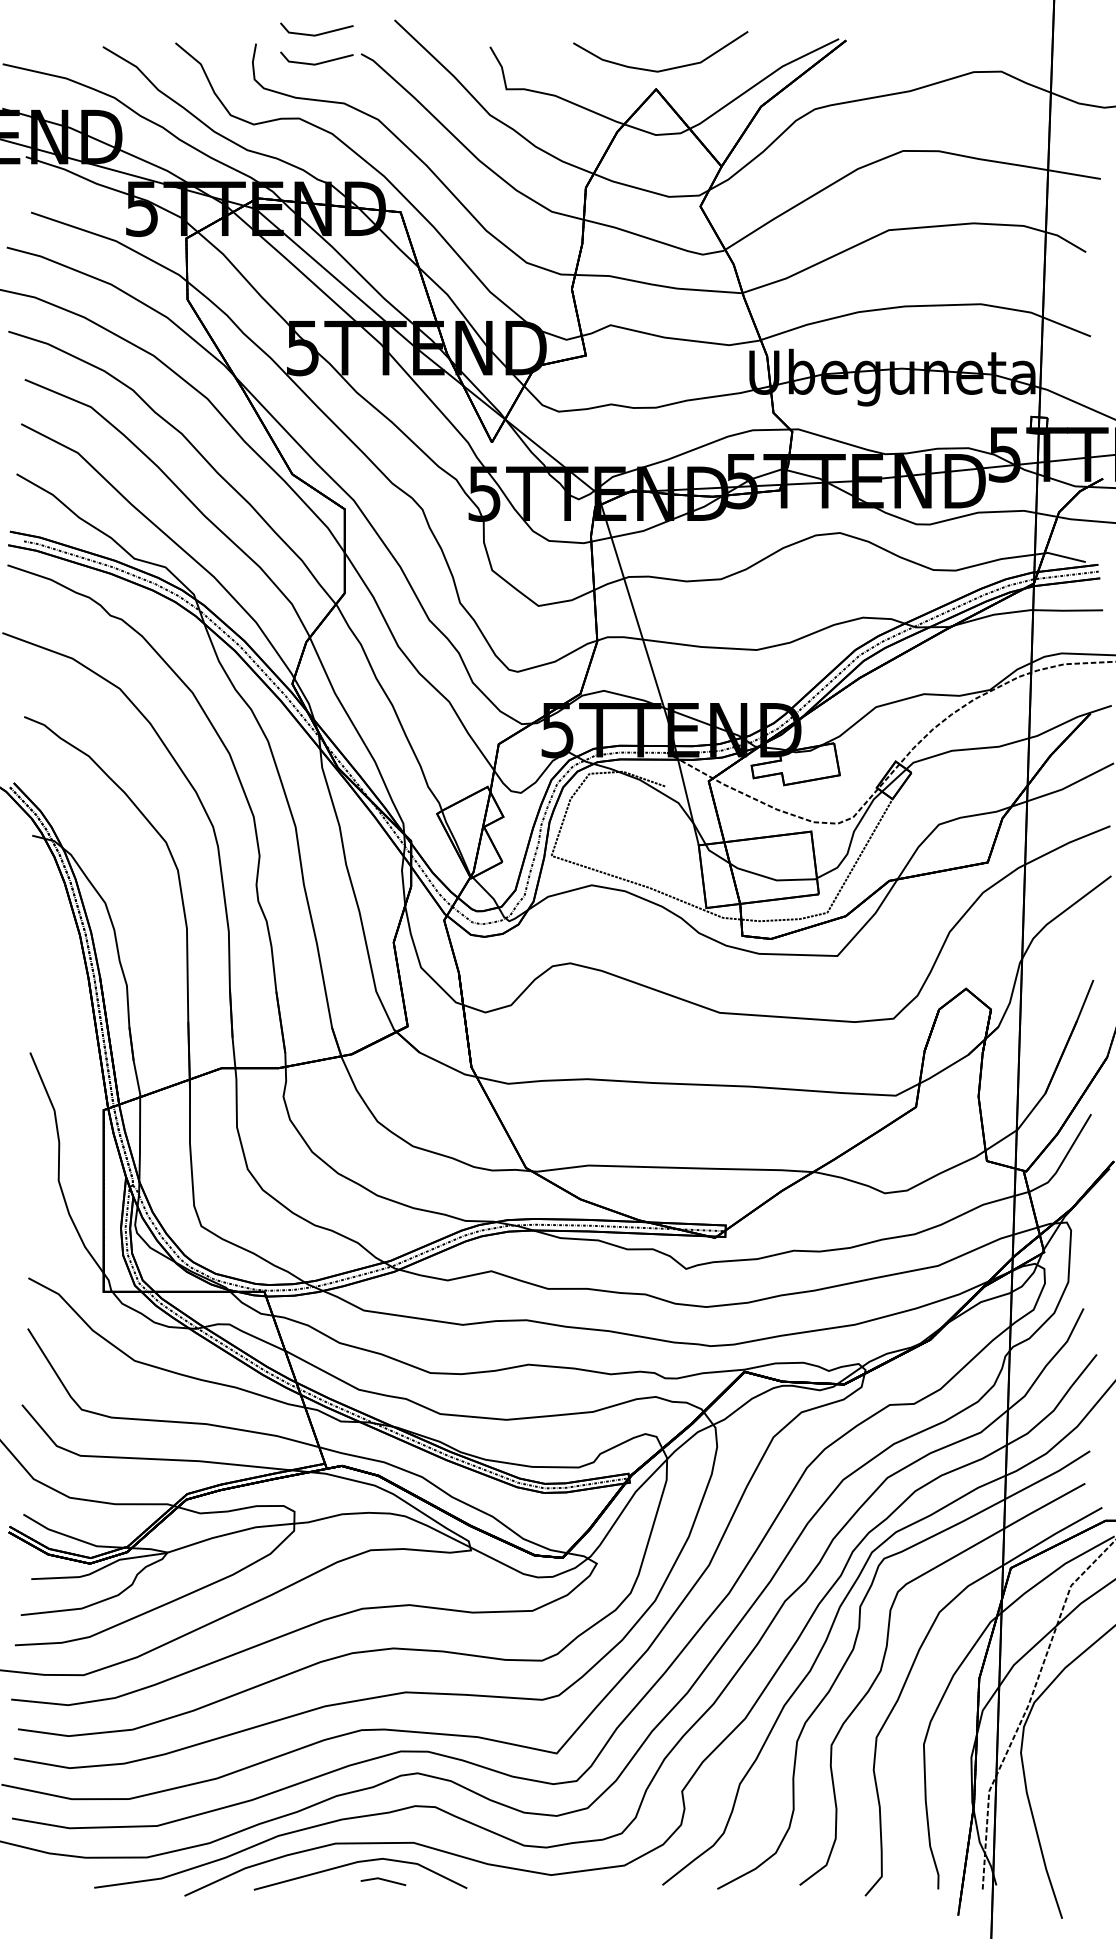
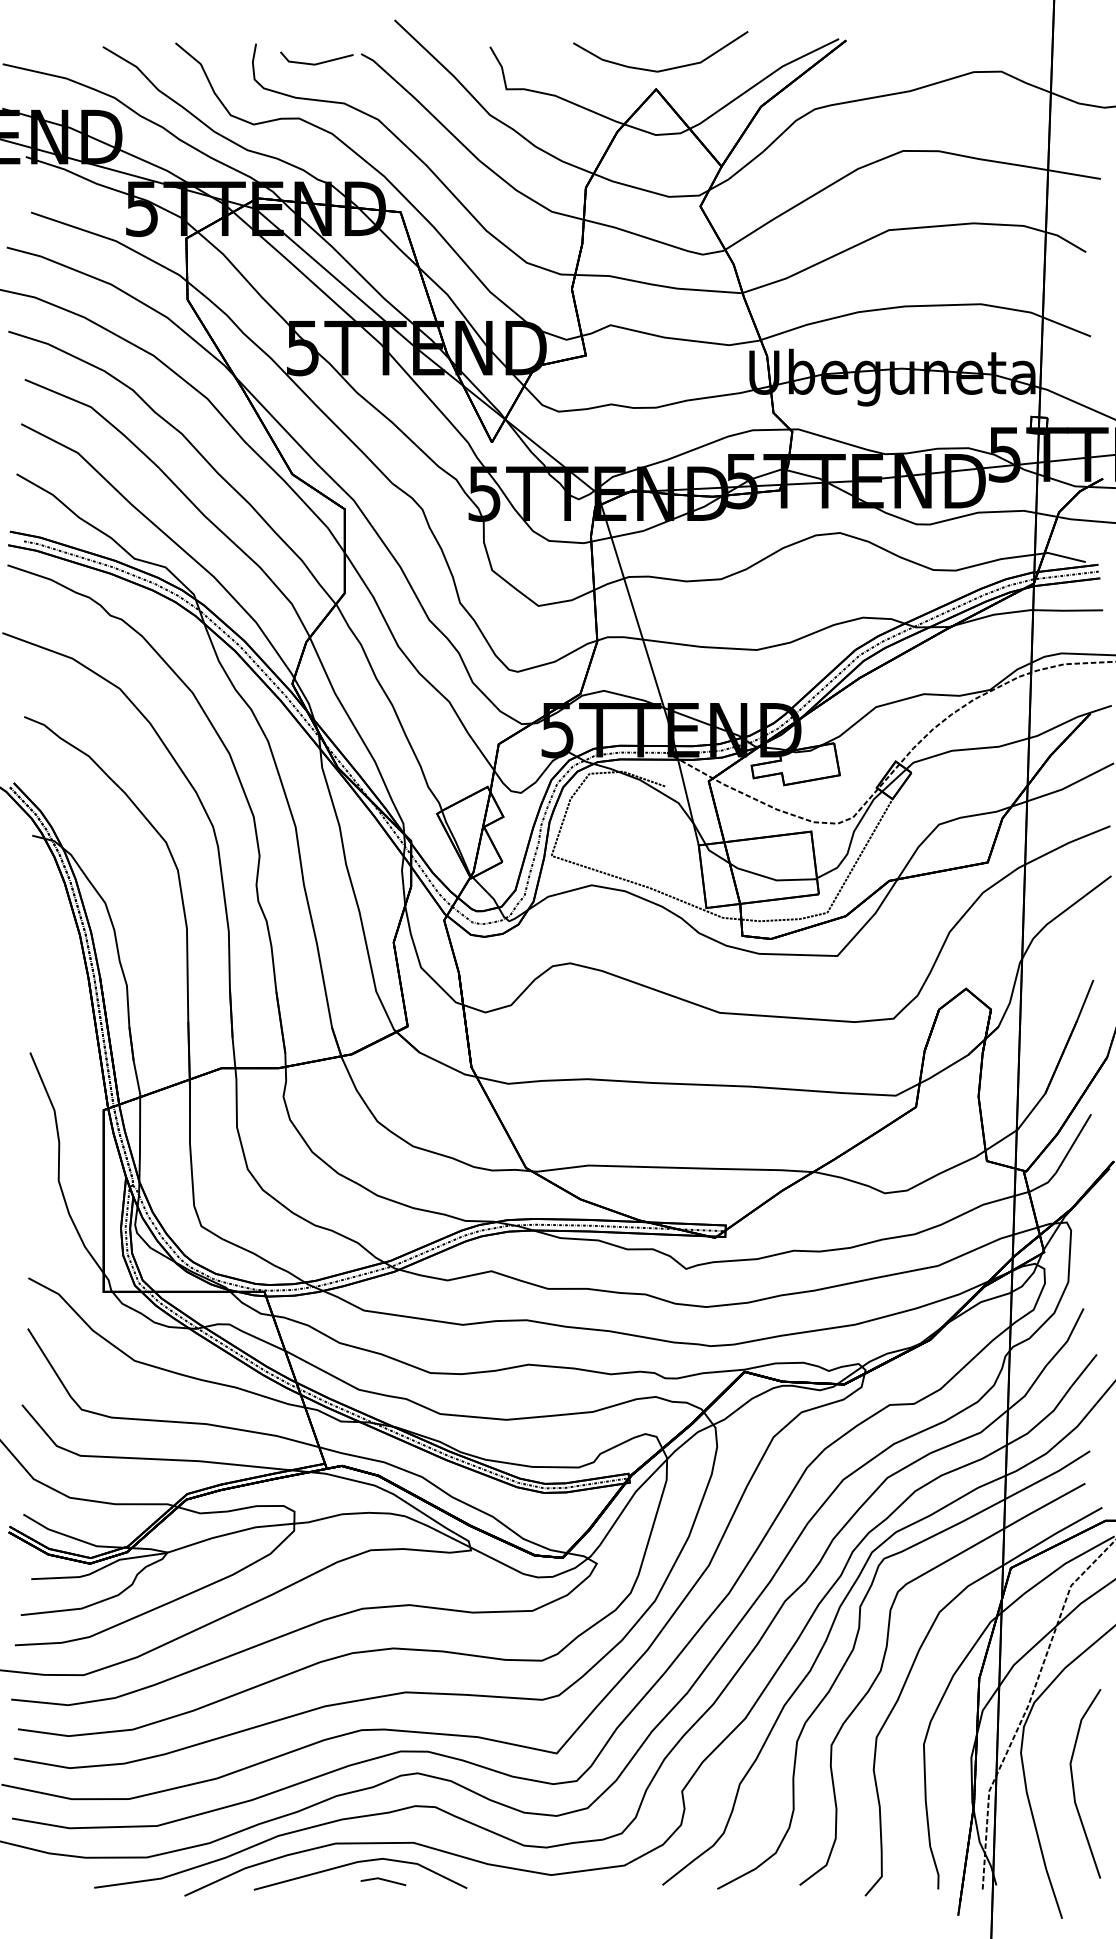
line at (318, 33): present -> none
line at (1074, 1786): none -> present
